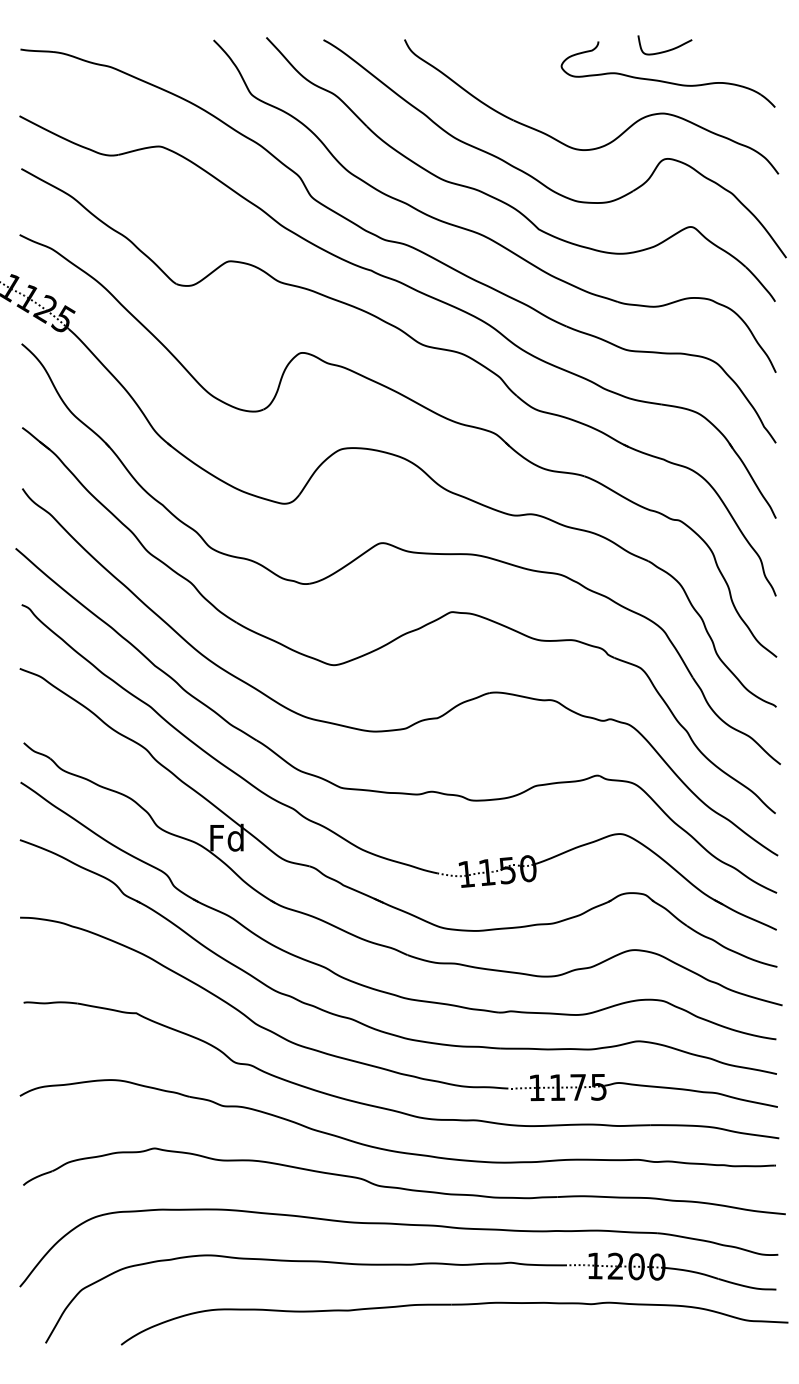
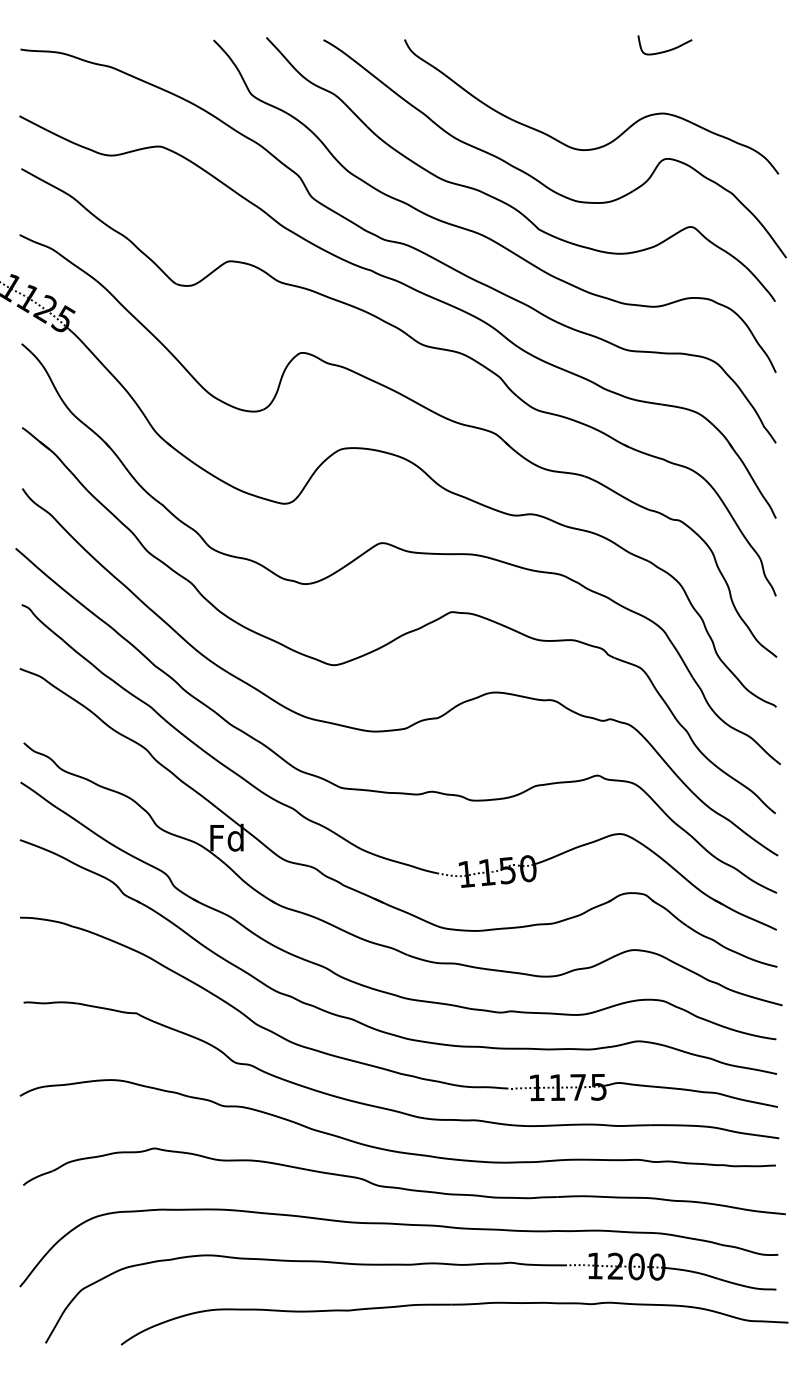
part at (667, 81): present -> none
